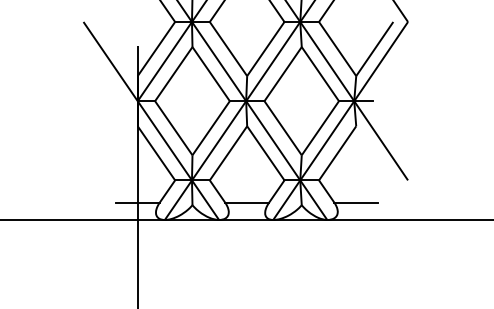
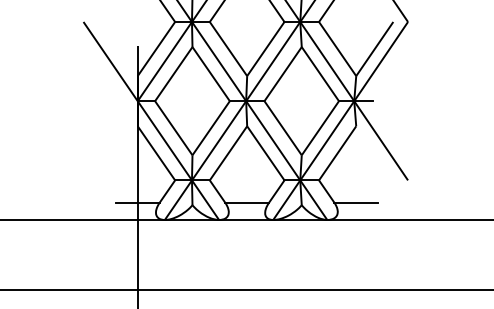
line at (246, 289): none -> present
